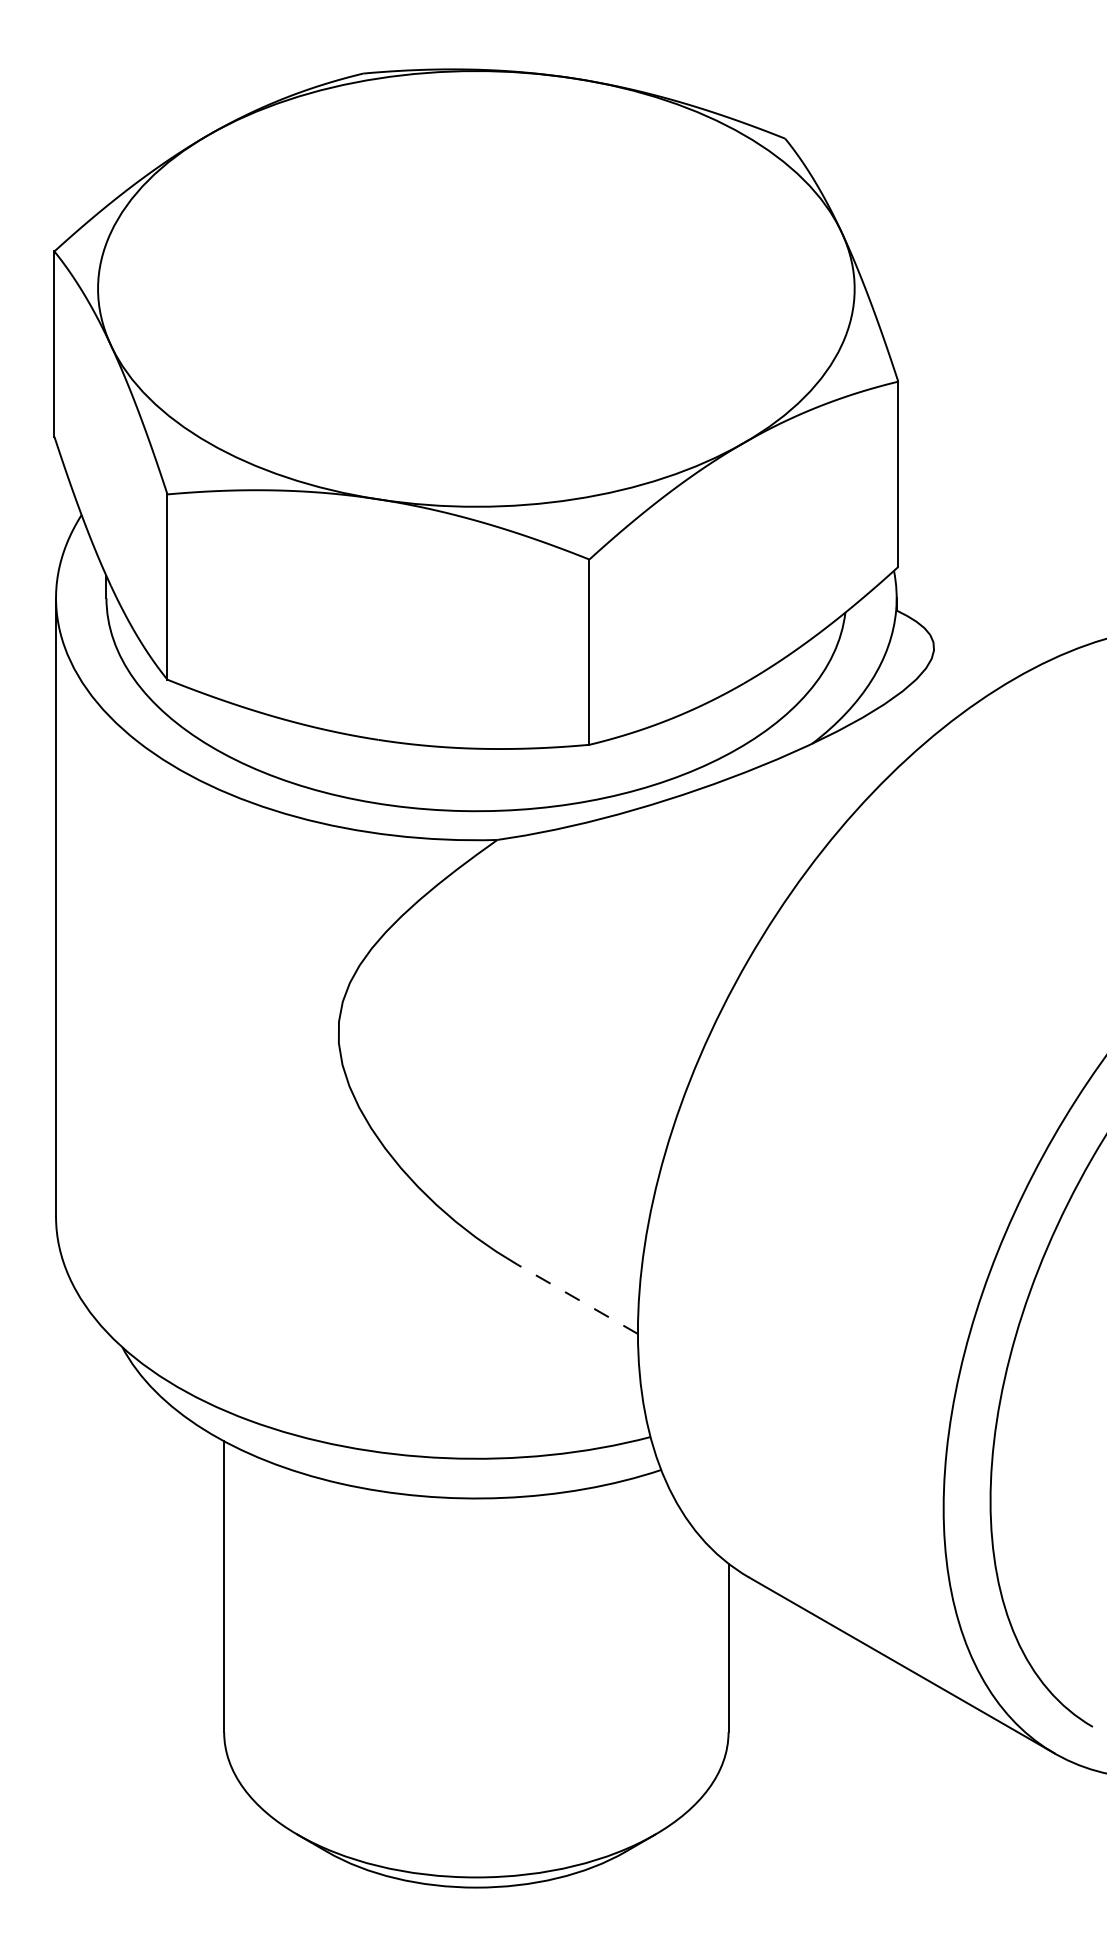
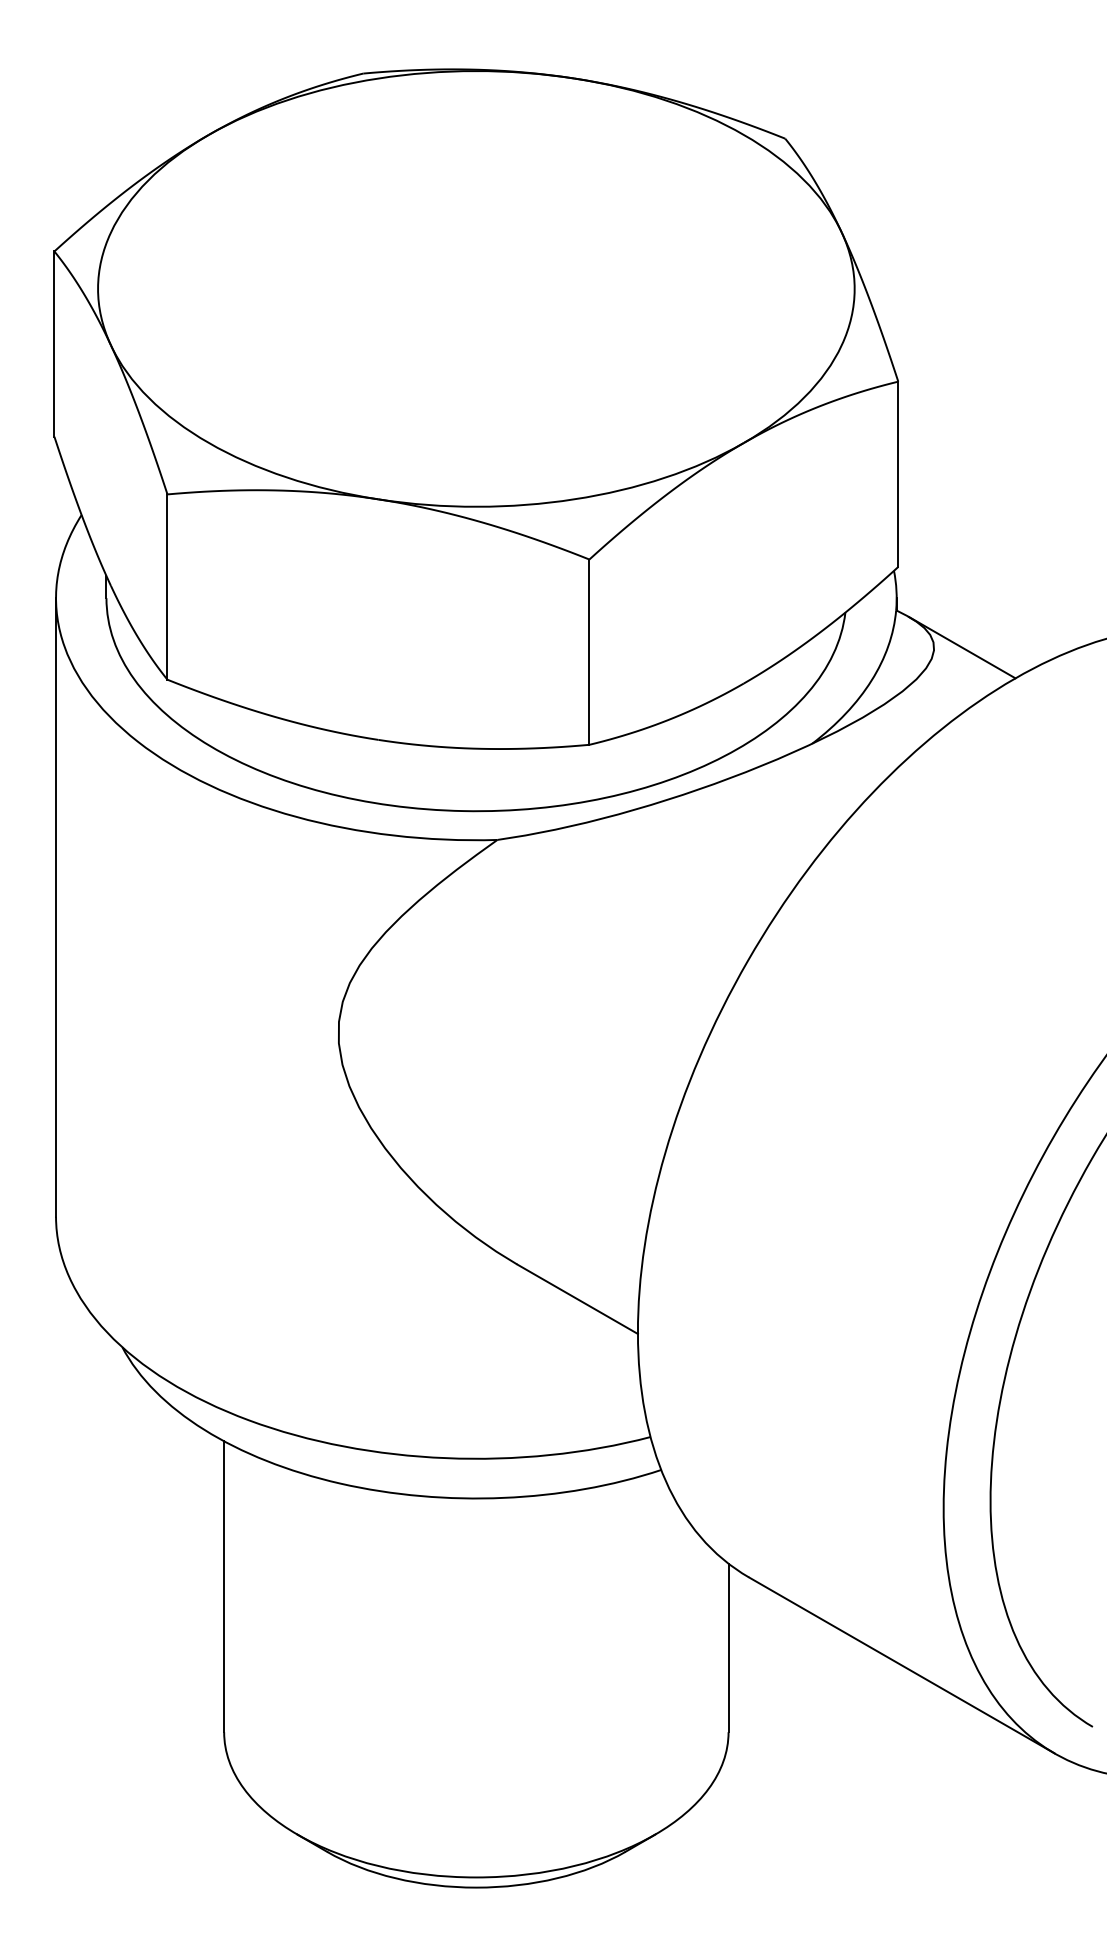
line at (962, 647): none -> present
line at (577, 1299): dashed -> solid
